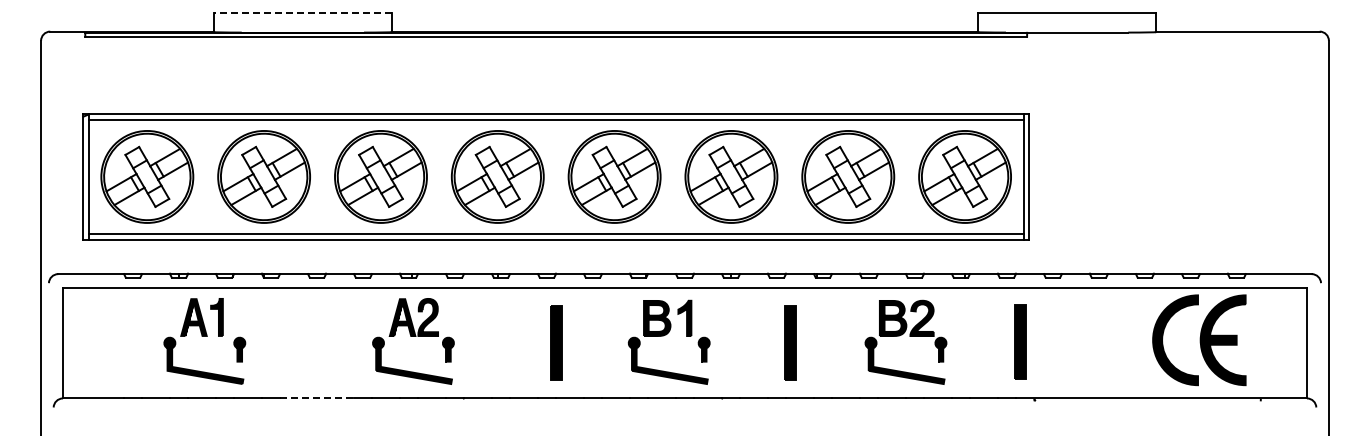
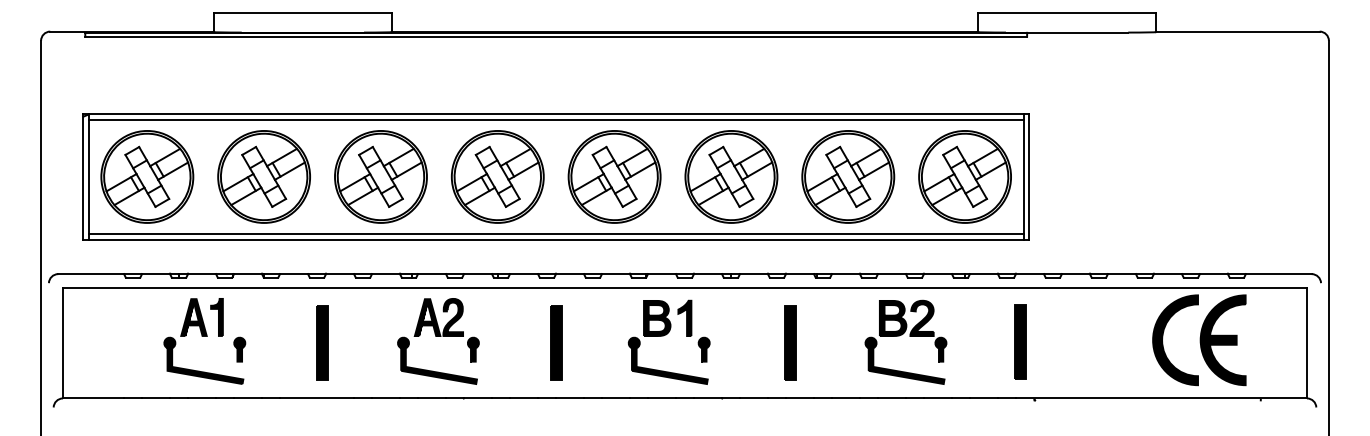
line at (302, 13): dashed -> solid
part at (413, 341) position: (413, 341) -> (438, 341)
part at (322, 342): none -> present
line at (317, 398): dashed -> solid
